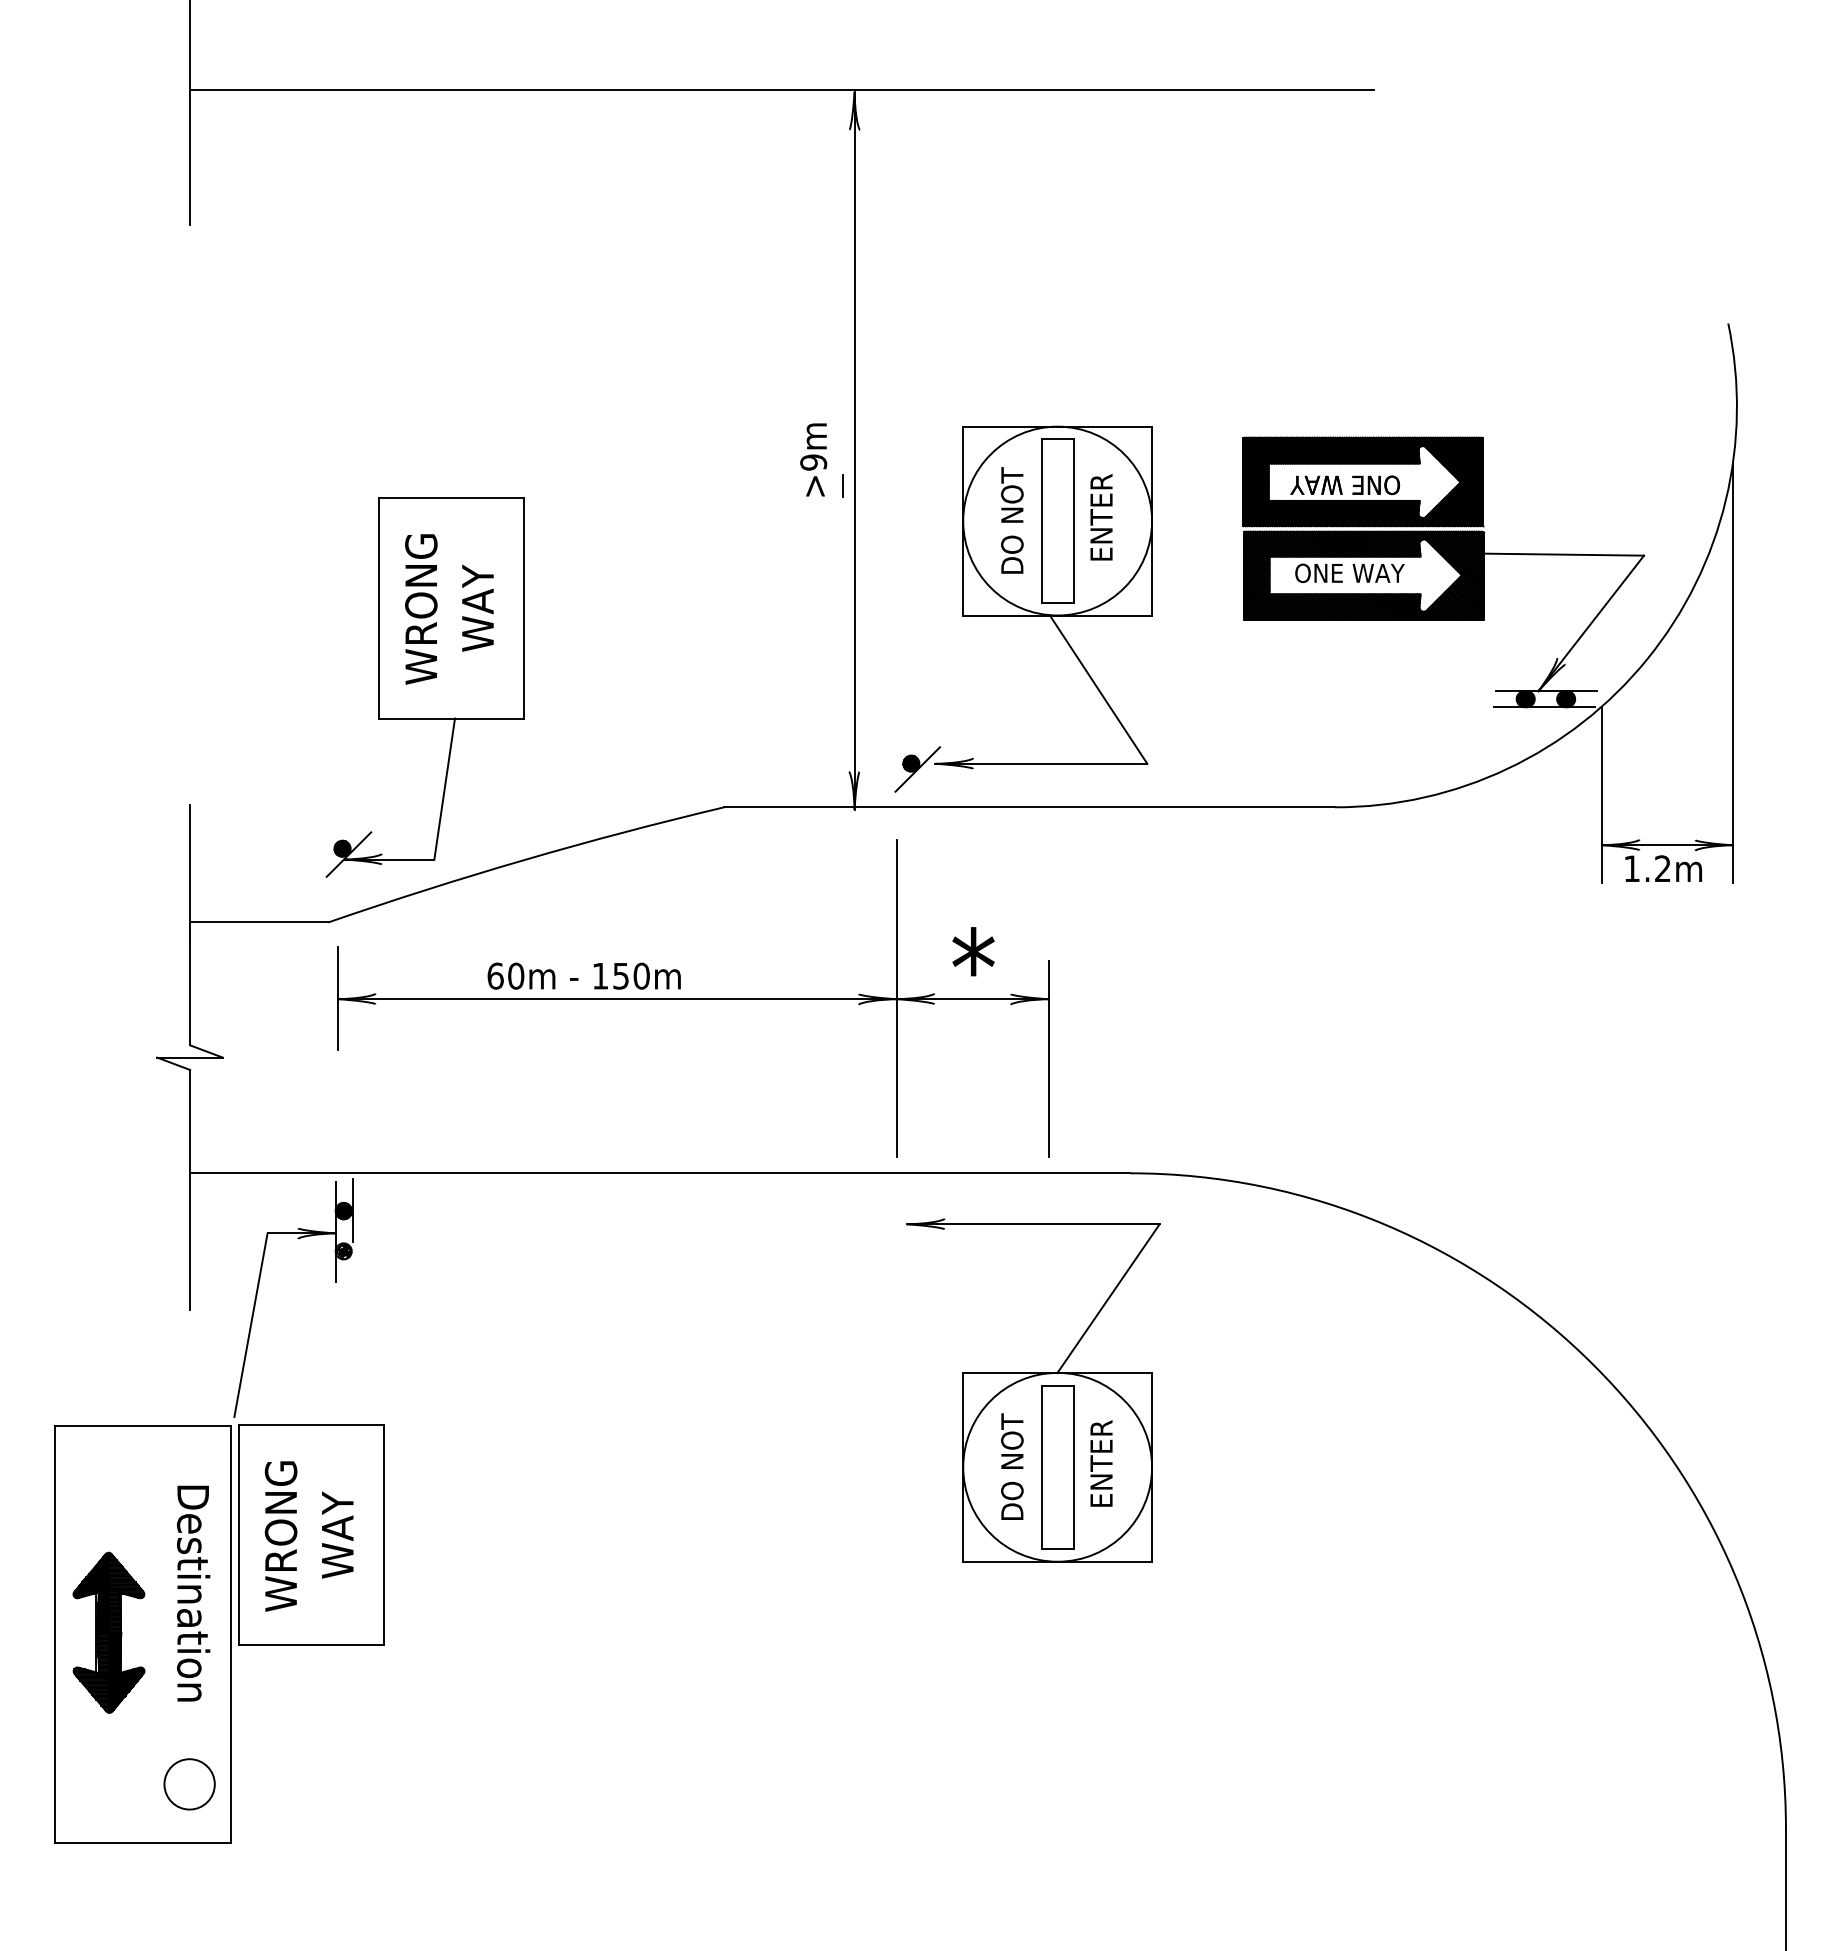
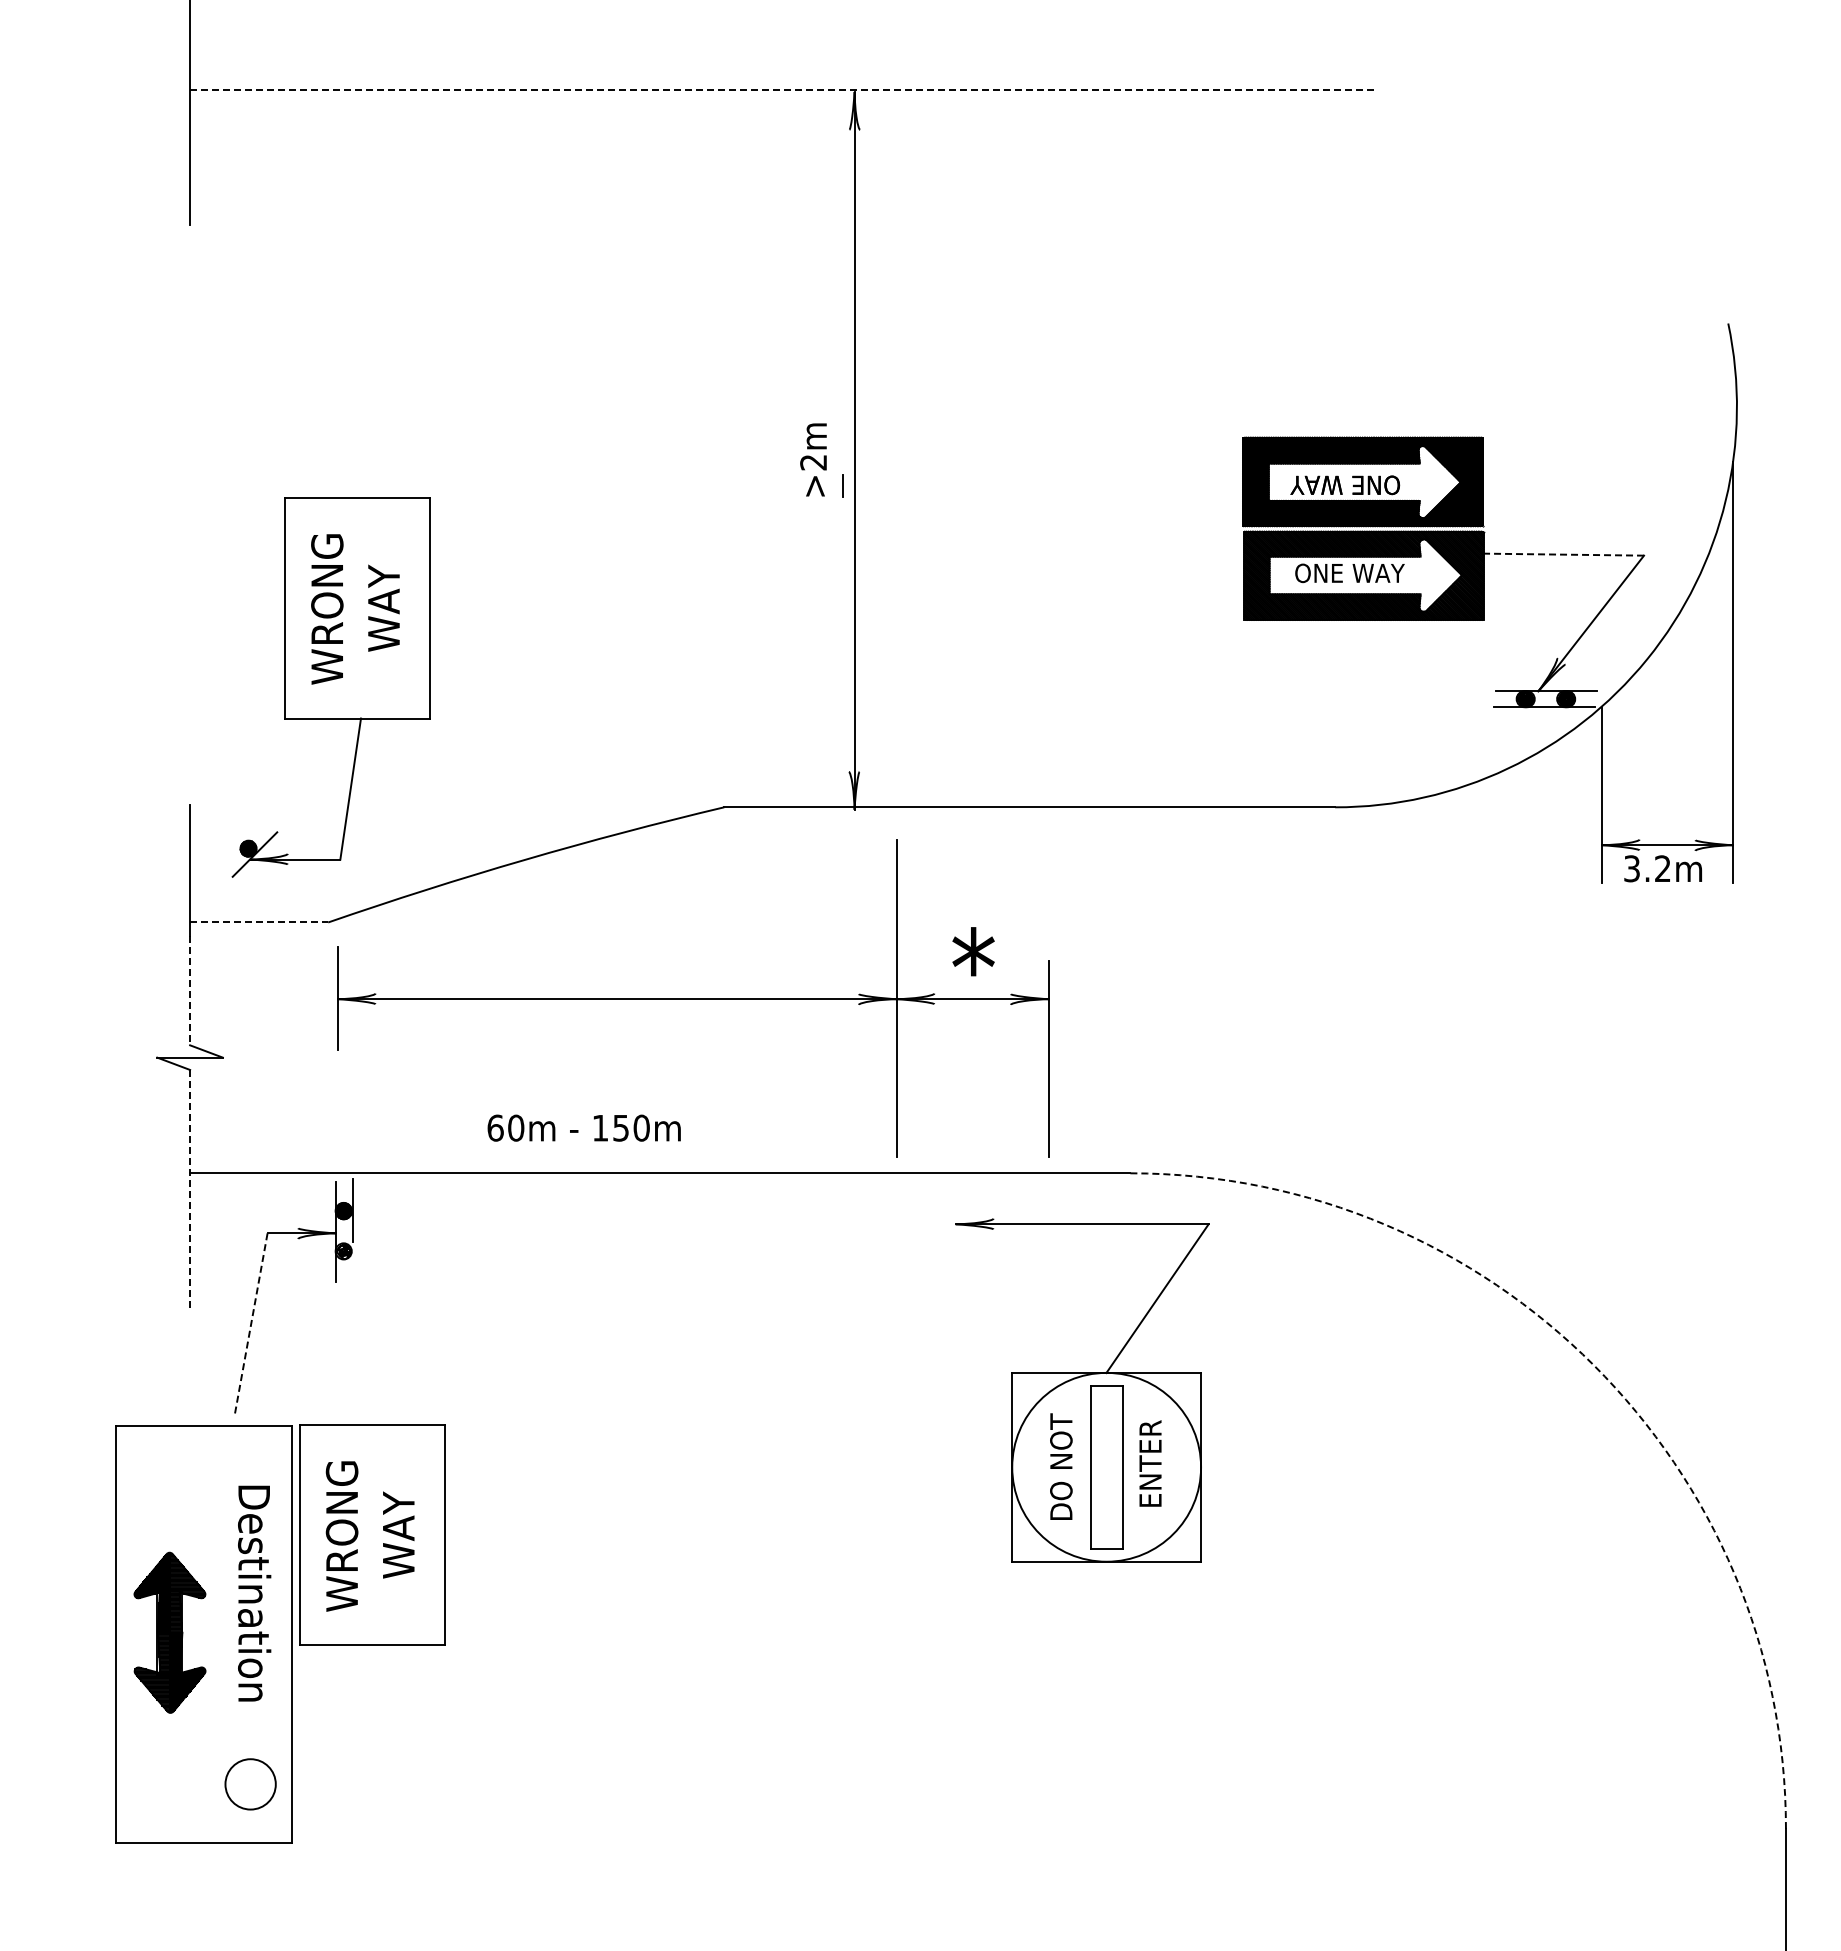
line at (782, 89): solid -> dashed
text at (813, 462): >9m -> >2m
line at (1563, 554): solid -> dashed
part at (1023, 608): present -> none
part at (424, 687) position: (424, 687) -> (330, 687)
text at (1631, 868): 1.2m -> 3.2m
line at (259, 922): solid -> dashed
text at (583, 975) position: (583, 975) -> (583, 1127)
line at (190, 991): solid -> dashed
line at (190, 1190): solid -> dashed
line at (250, 1325): solid -> dashed
arc at (1593, 1365): solid -> dashed
part at (1033, 1390) position: (1033, 1390) -> (1082, 1390)
part at (219, 1633) position: (219, 1633) -> (280, 1633)
